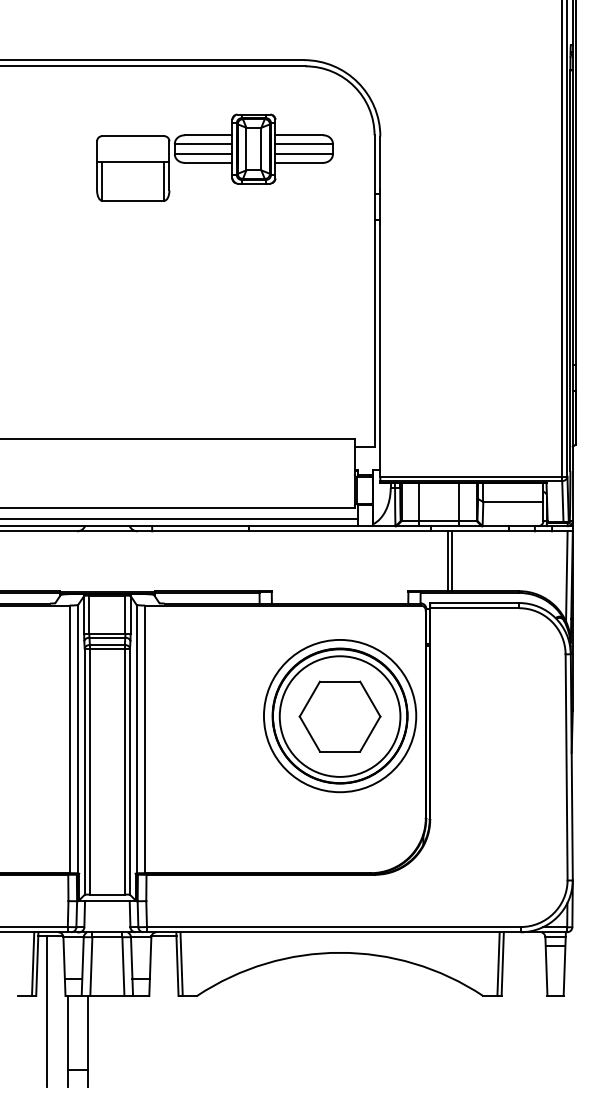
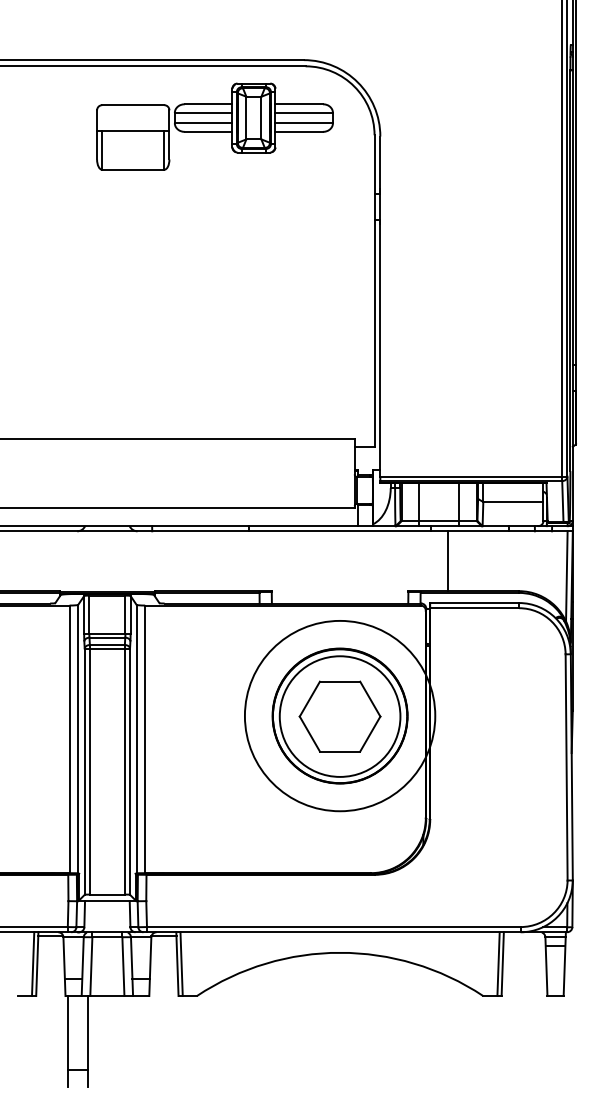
part at (214, 157) position: (214, 157) -> (214, 126)
line at (180, 519): present -> none
line at (452, 561): present -> none
circle at (339, 715) diameter: 152 px -> 190 px
line at (47, 1011): present -> none
